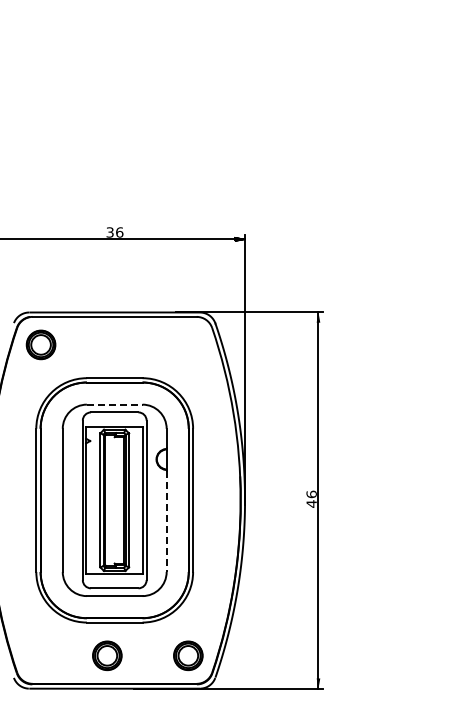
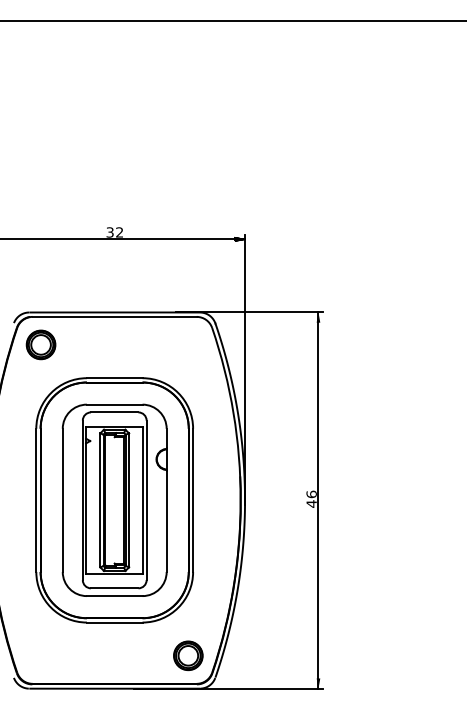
line at (232, 21): none -> present
text at (119, 232): 36 -> 32
line at (114, 404): dashed -> solid
line at (166, 521): dashed -> solid
part at (107, 655): present -> none
